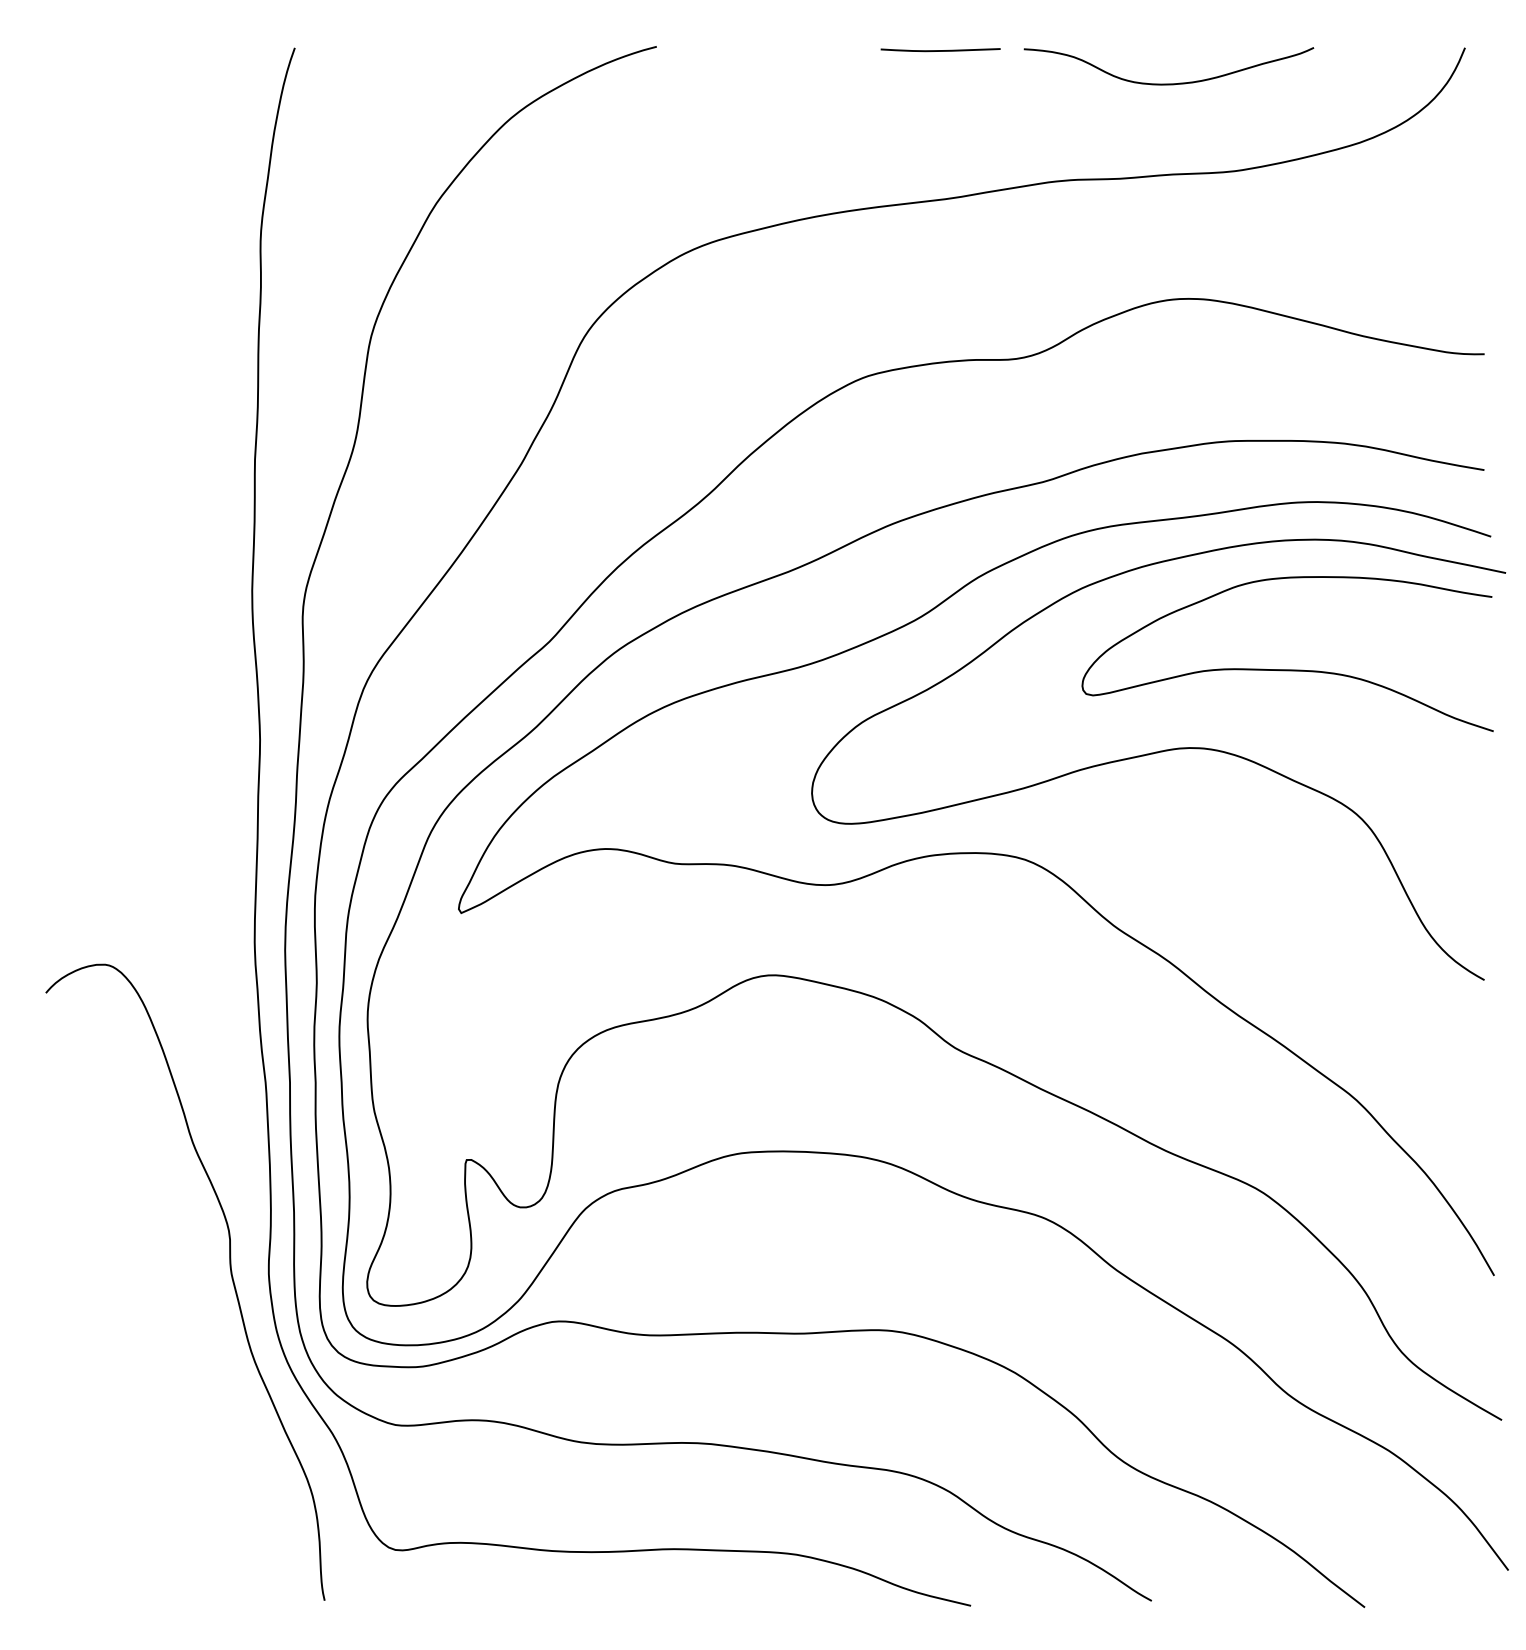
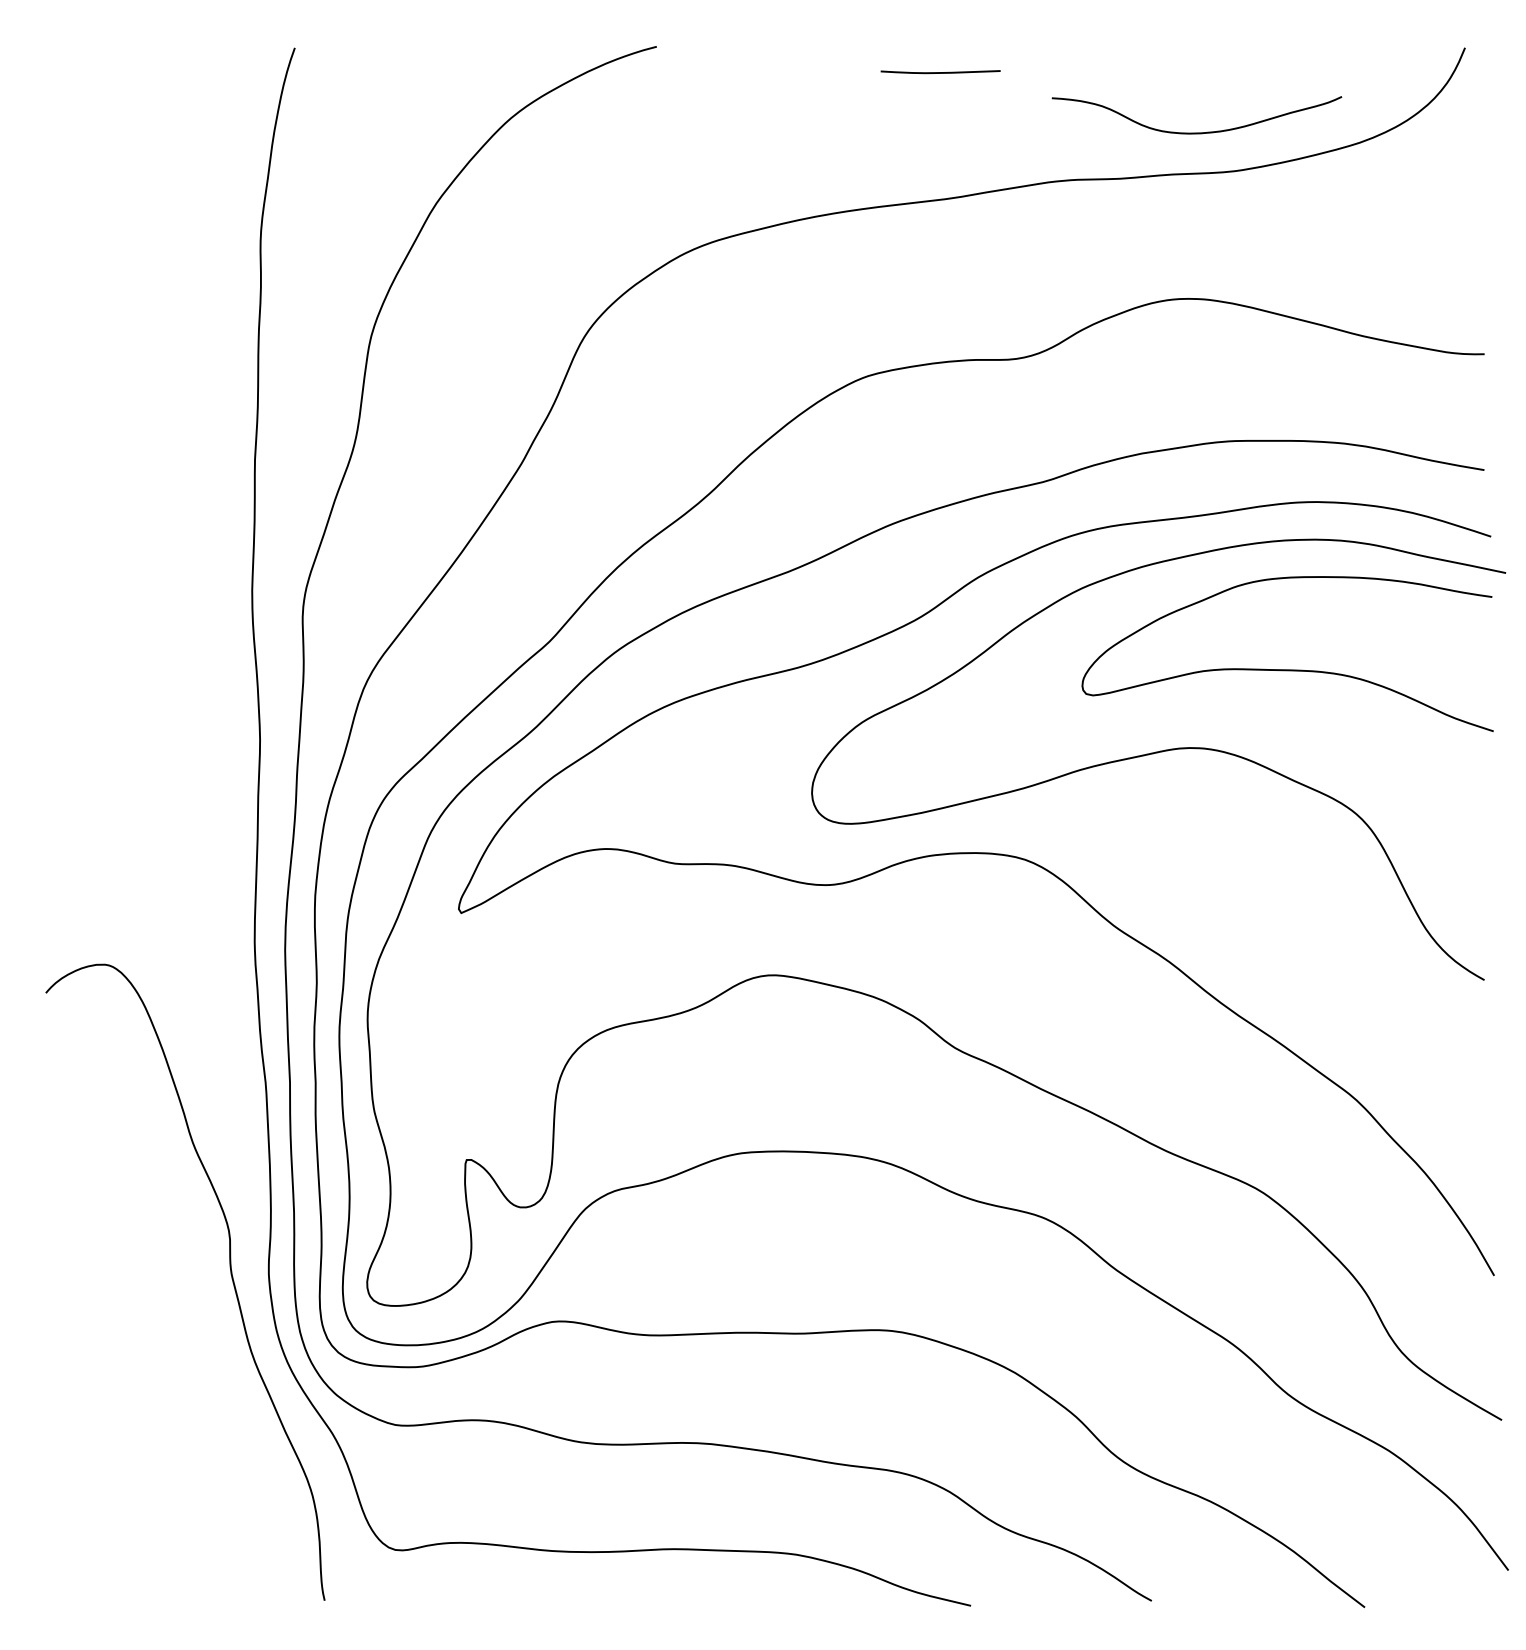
curve at (940, 50) position: (940, 50) -> (940, 72)
curve at (1168, 83) position: (1168, 83) -> (1196, 132)
